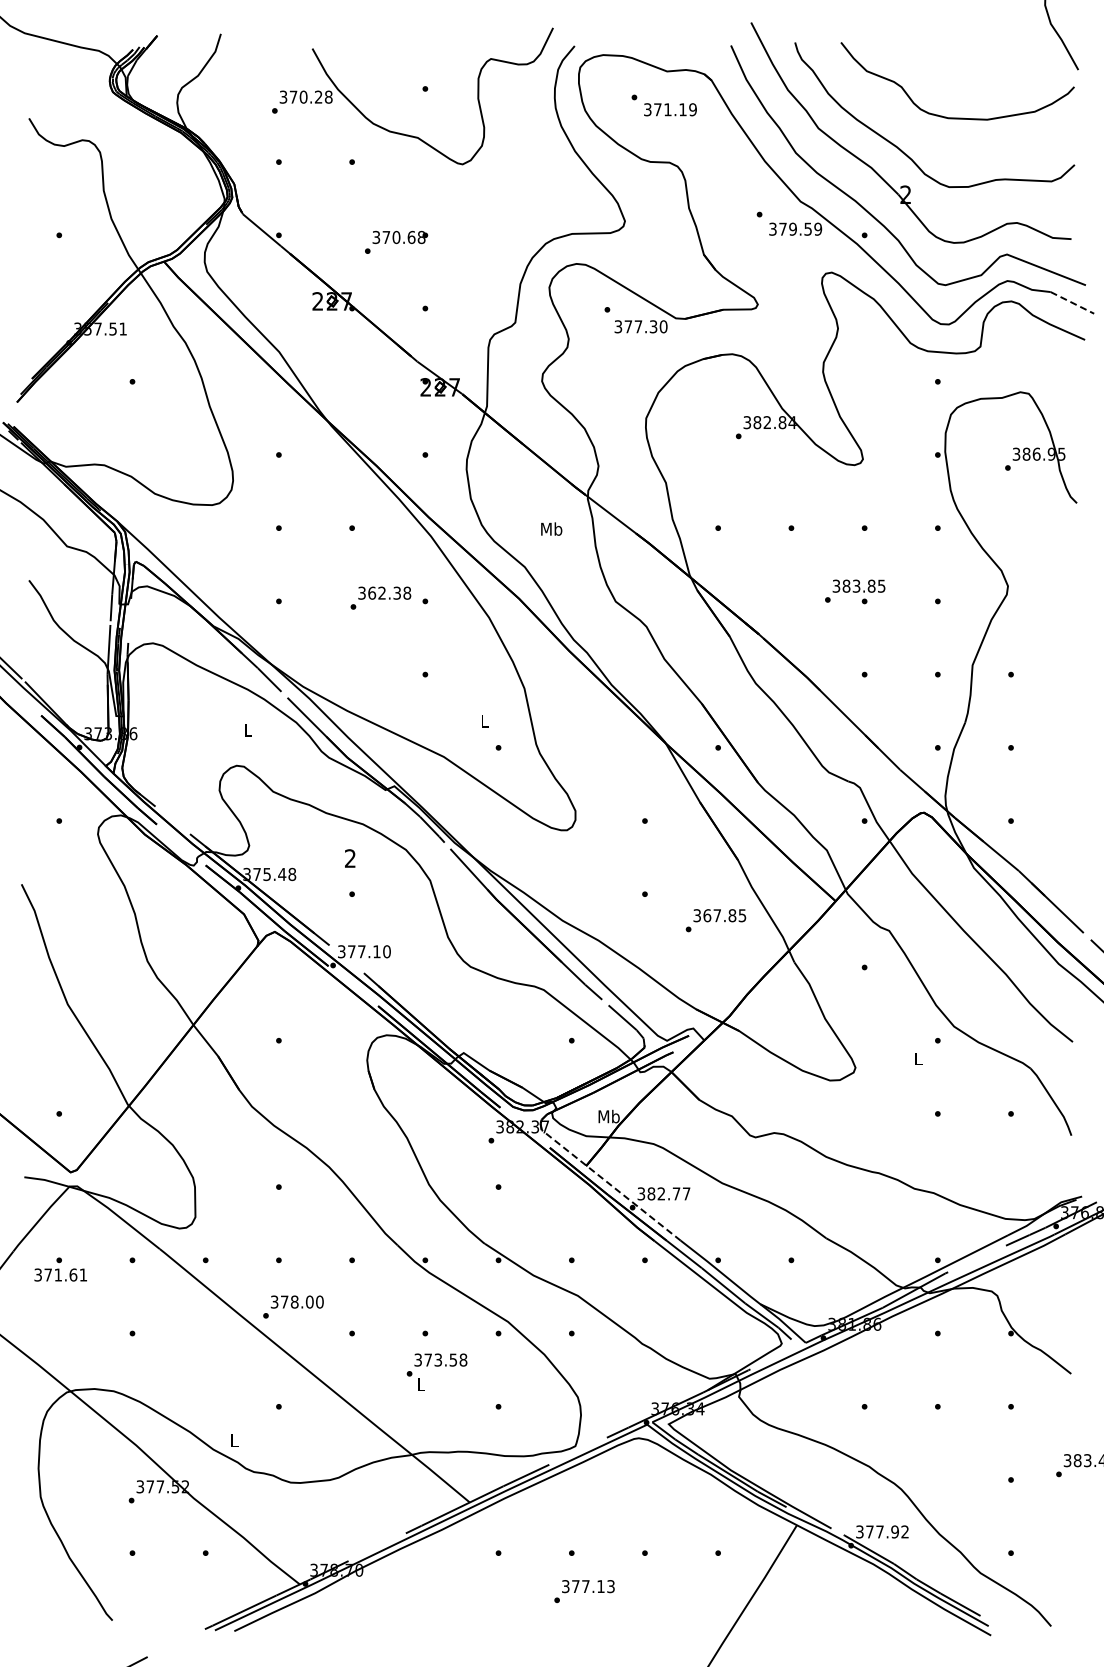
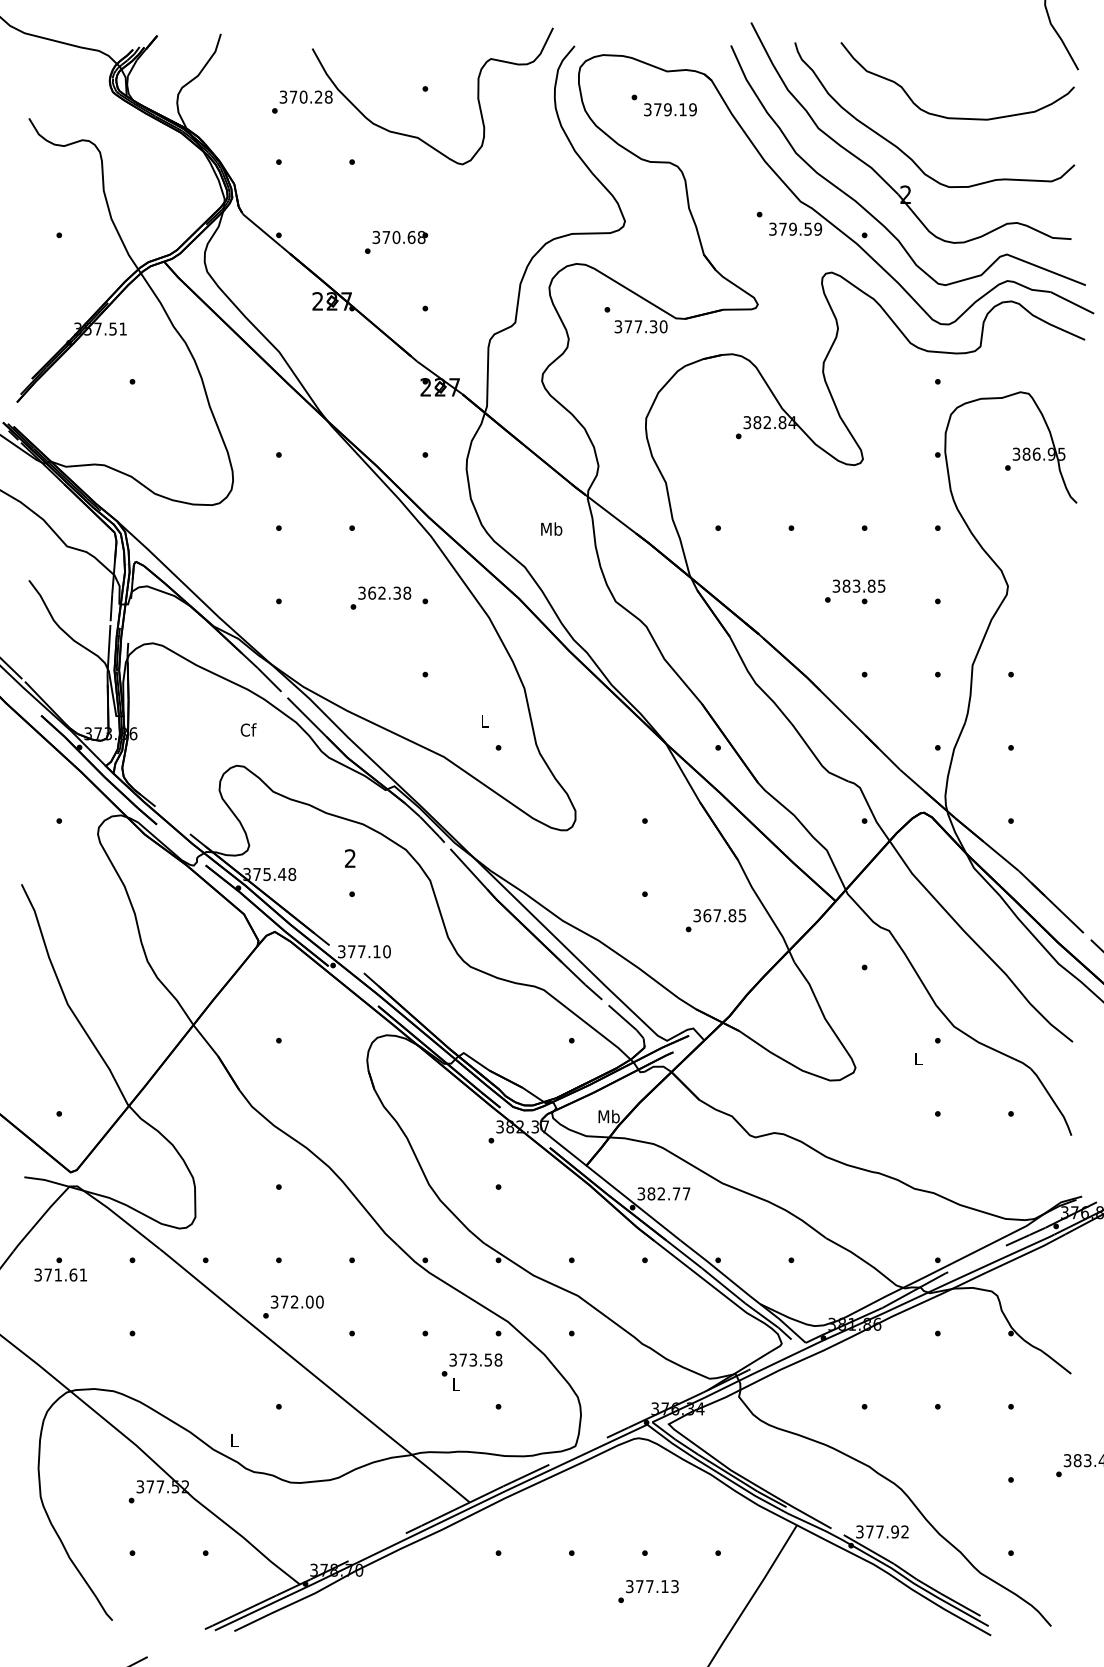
text at (667, 109): 371.19 -> 379.19
line at (1072, 303): dashed -> solid
text at (248, 729): L -> Cf
line at (611, 1185): dashed -> solid
text at (294, 1301): 378.00 -> 372.00
text at (436, 1371) position: (436, 1371) -> (471, 1371)
text at (584, 1591) position: (584, 1591) -> (648, 1591)
